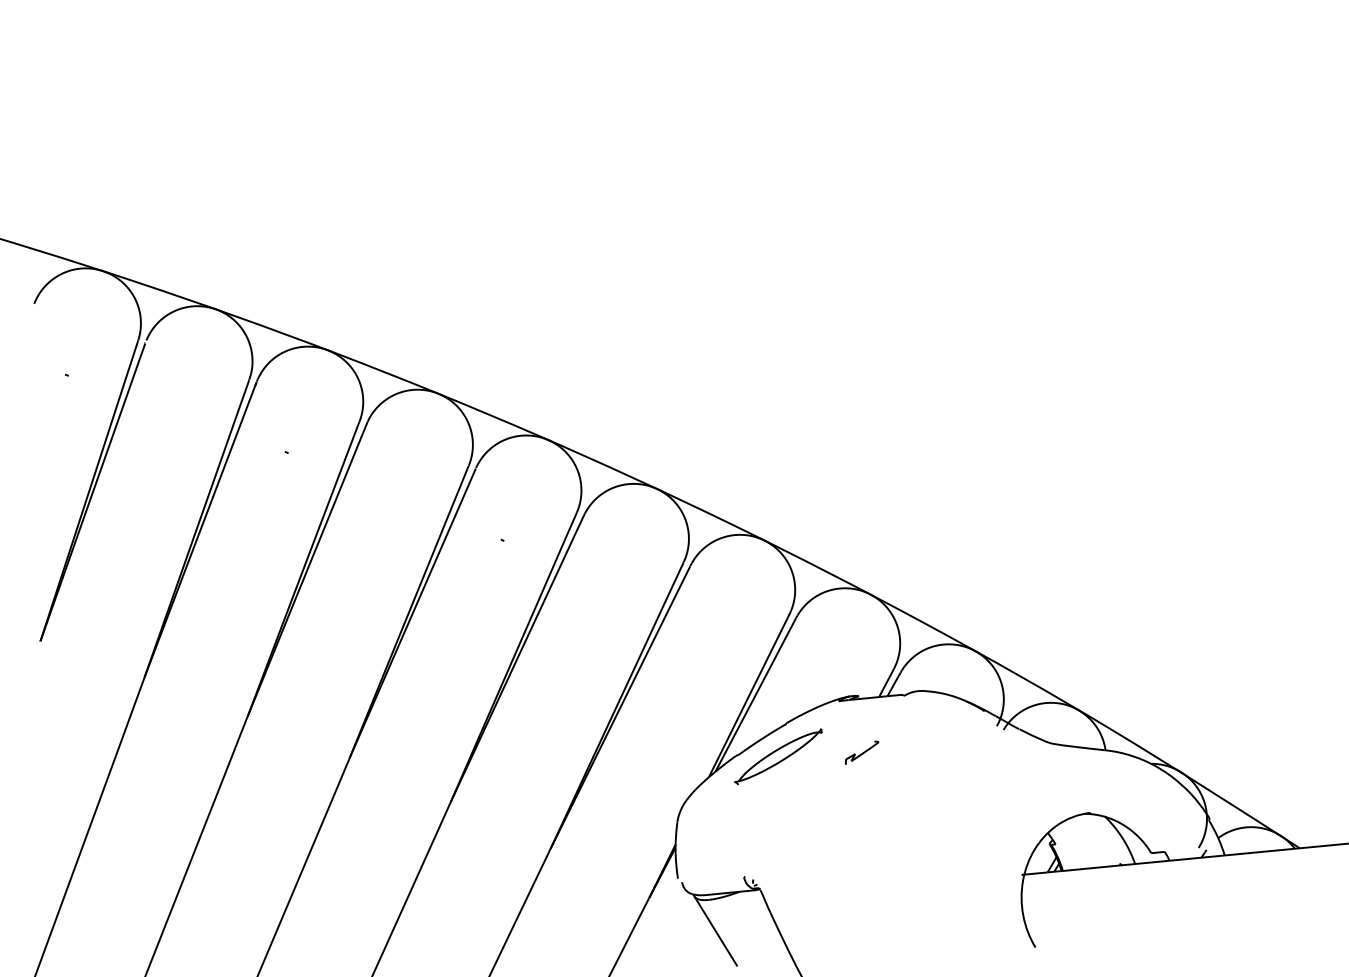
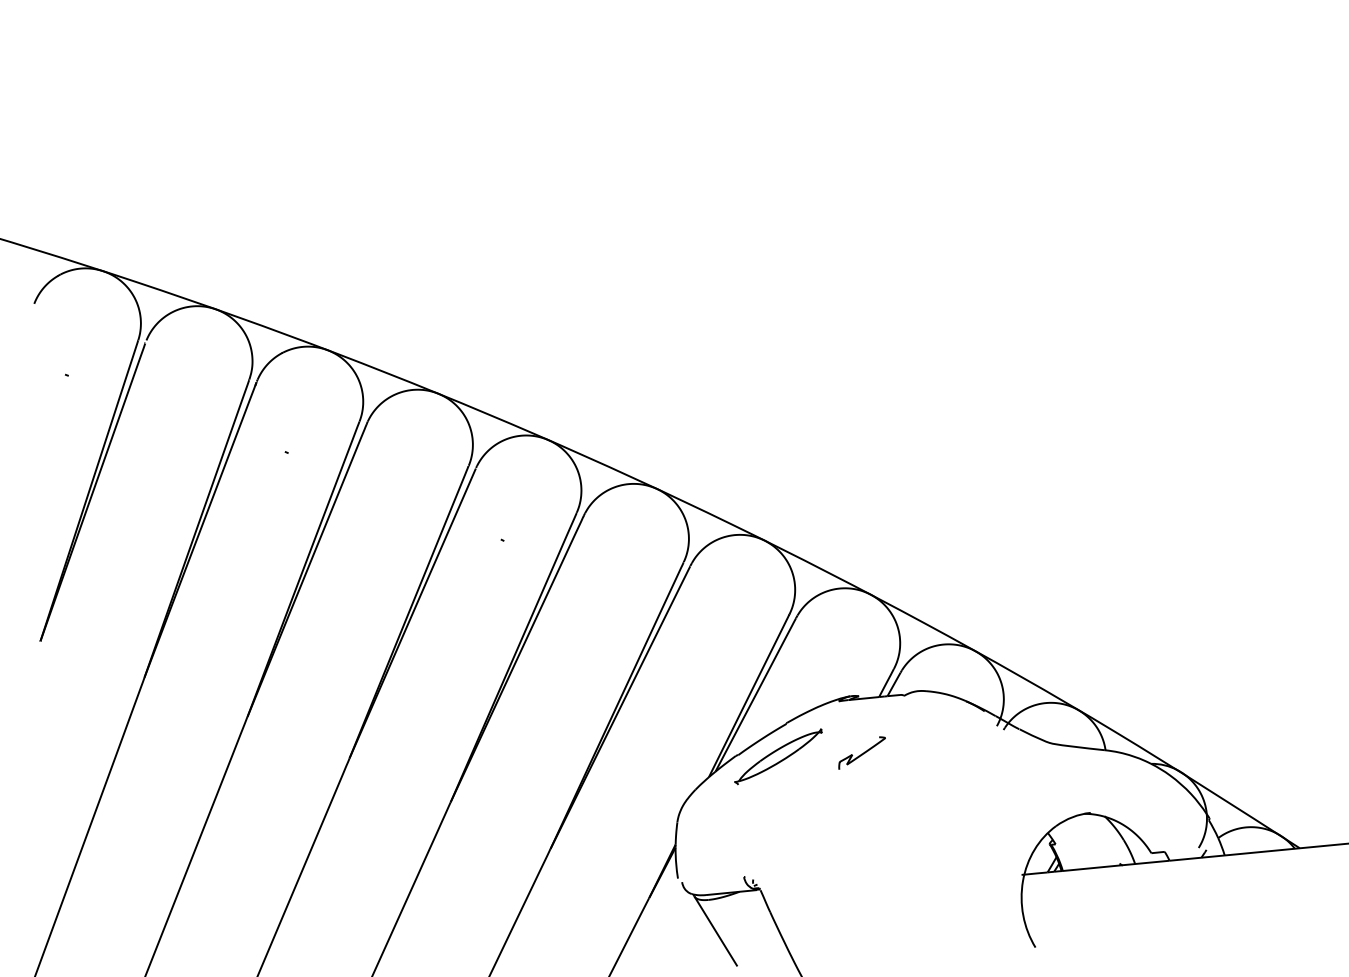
part at (862, 752) size: 35x25 px -> 48x34 px
